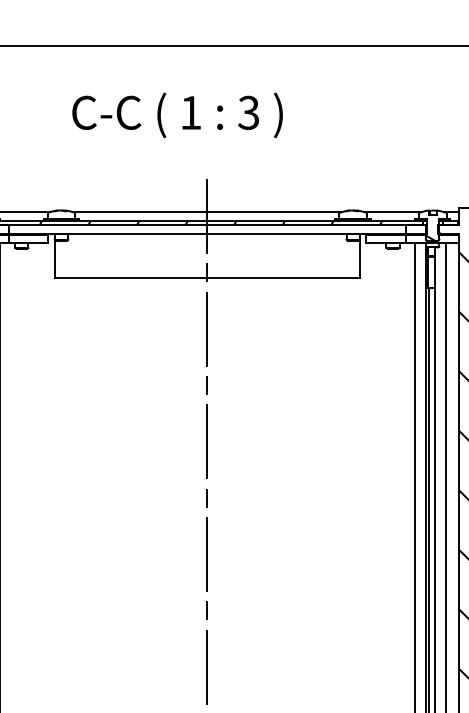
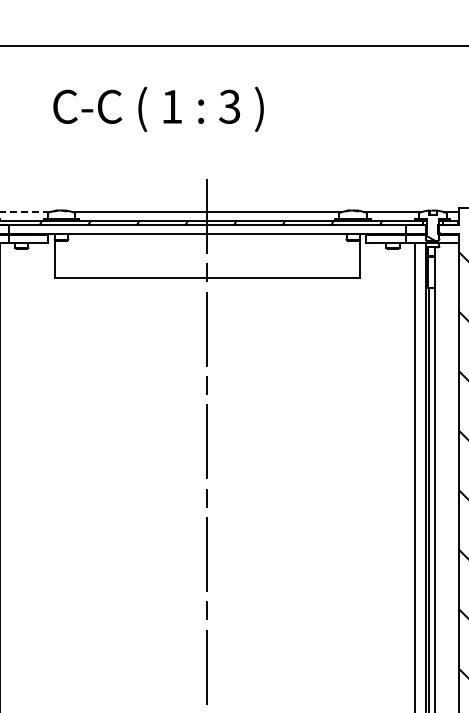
text at (177, 115) position: (177, 115) -> (158, 109)
line at (24, 212): solid -> dashed
line at (445, 476): present -> none
